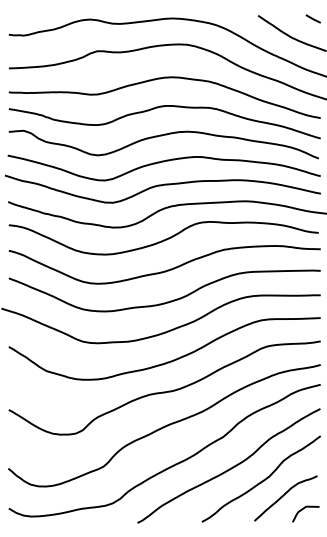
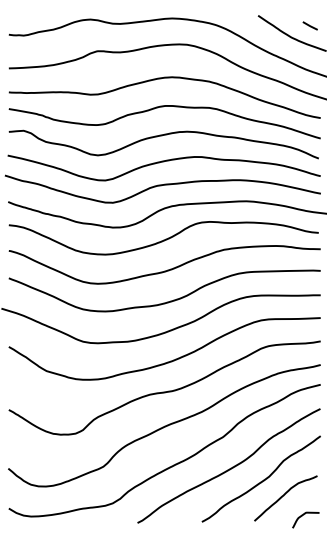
line at (312, 18) position: (312, 18) -> (309, 25)
curve at (302, 510) position: (302, 510) -> (302, 516)
